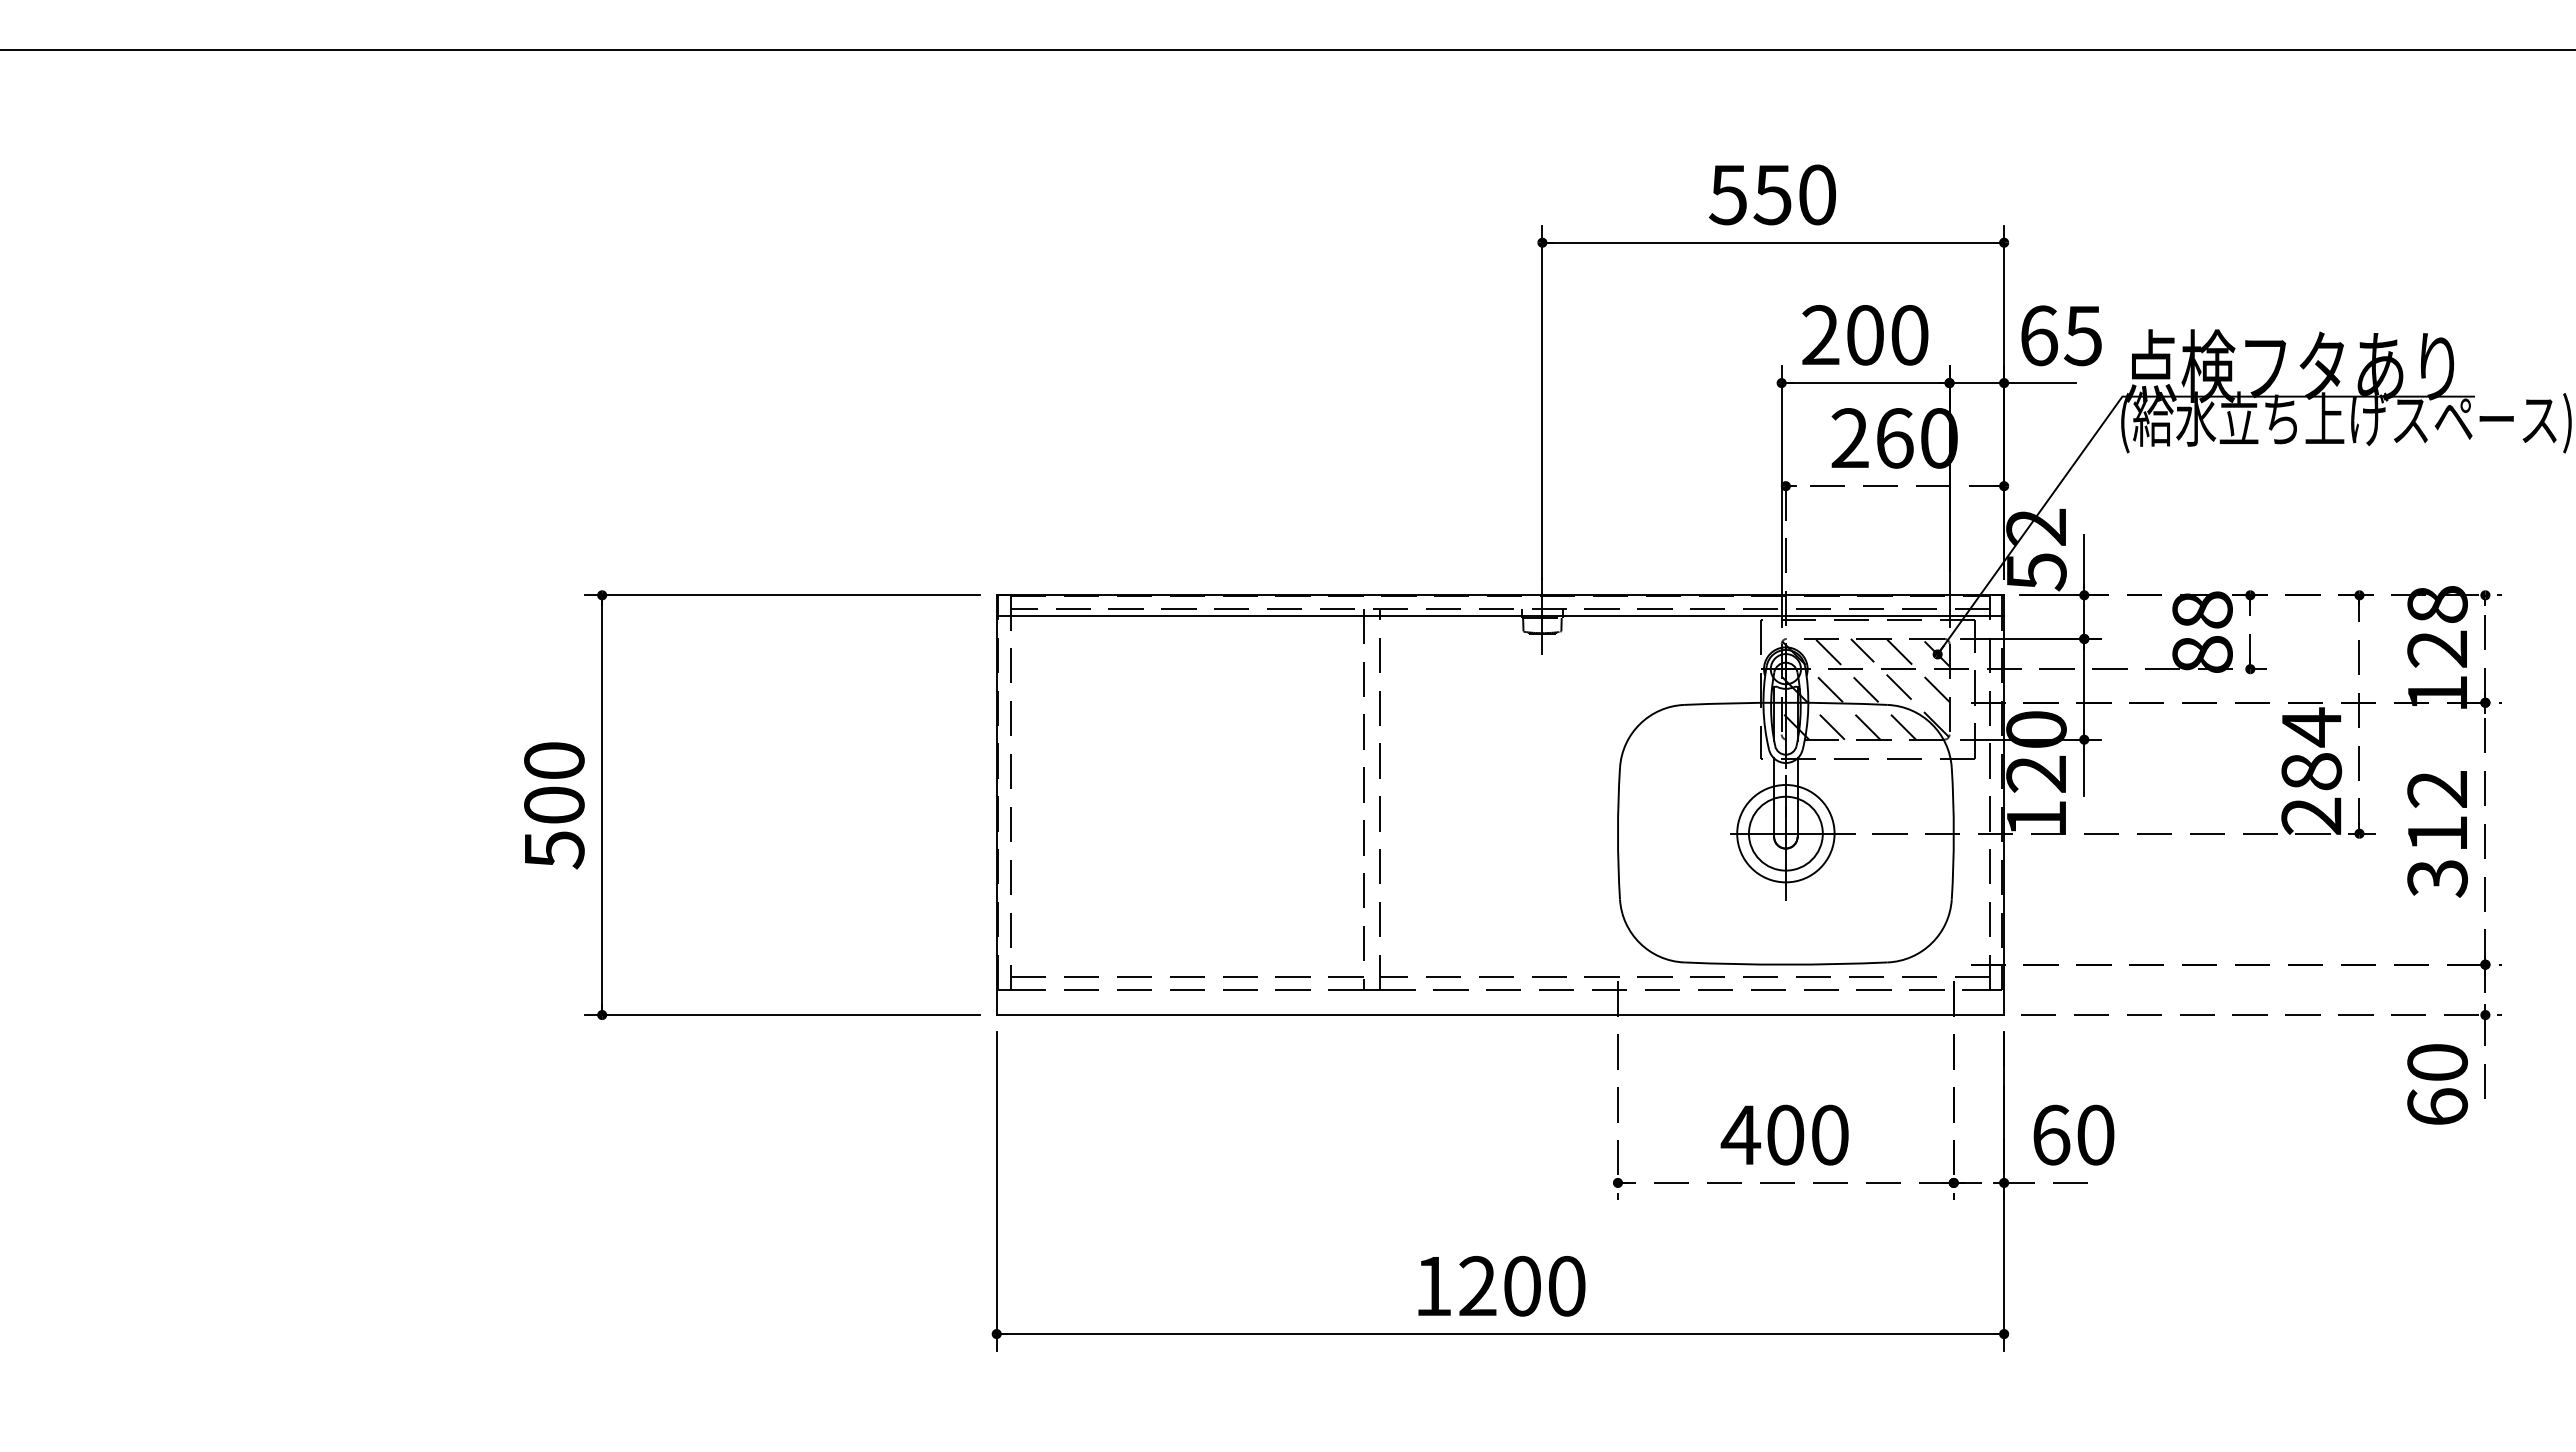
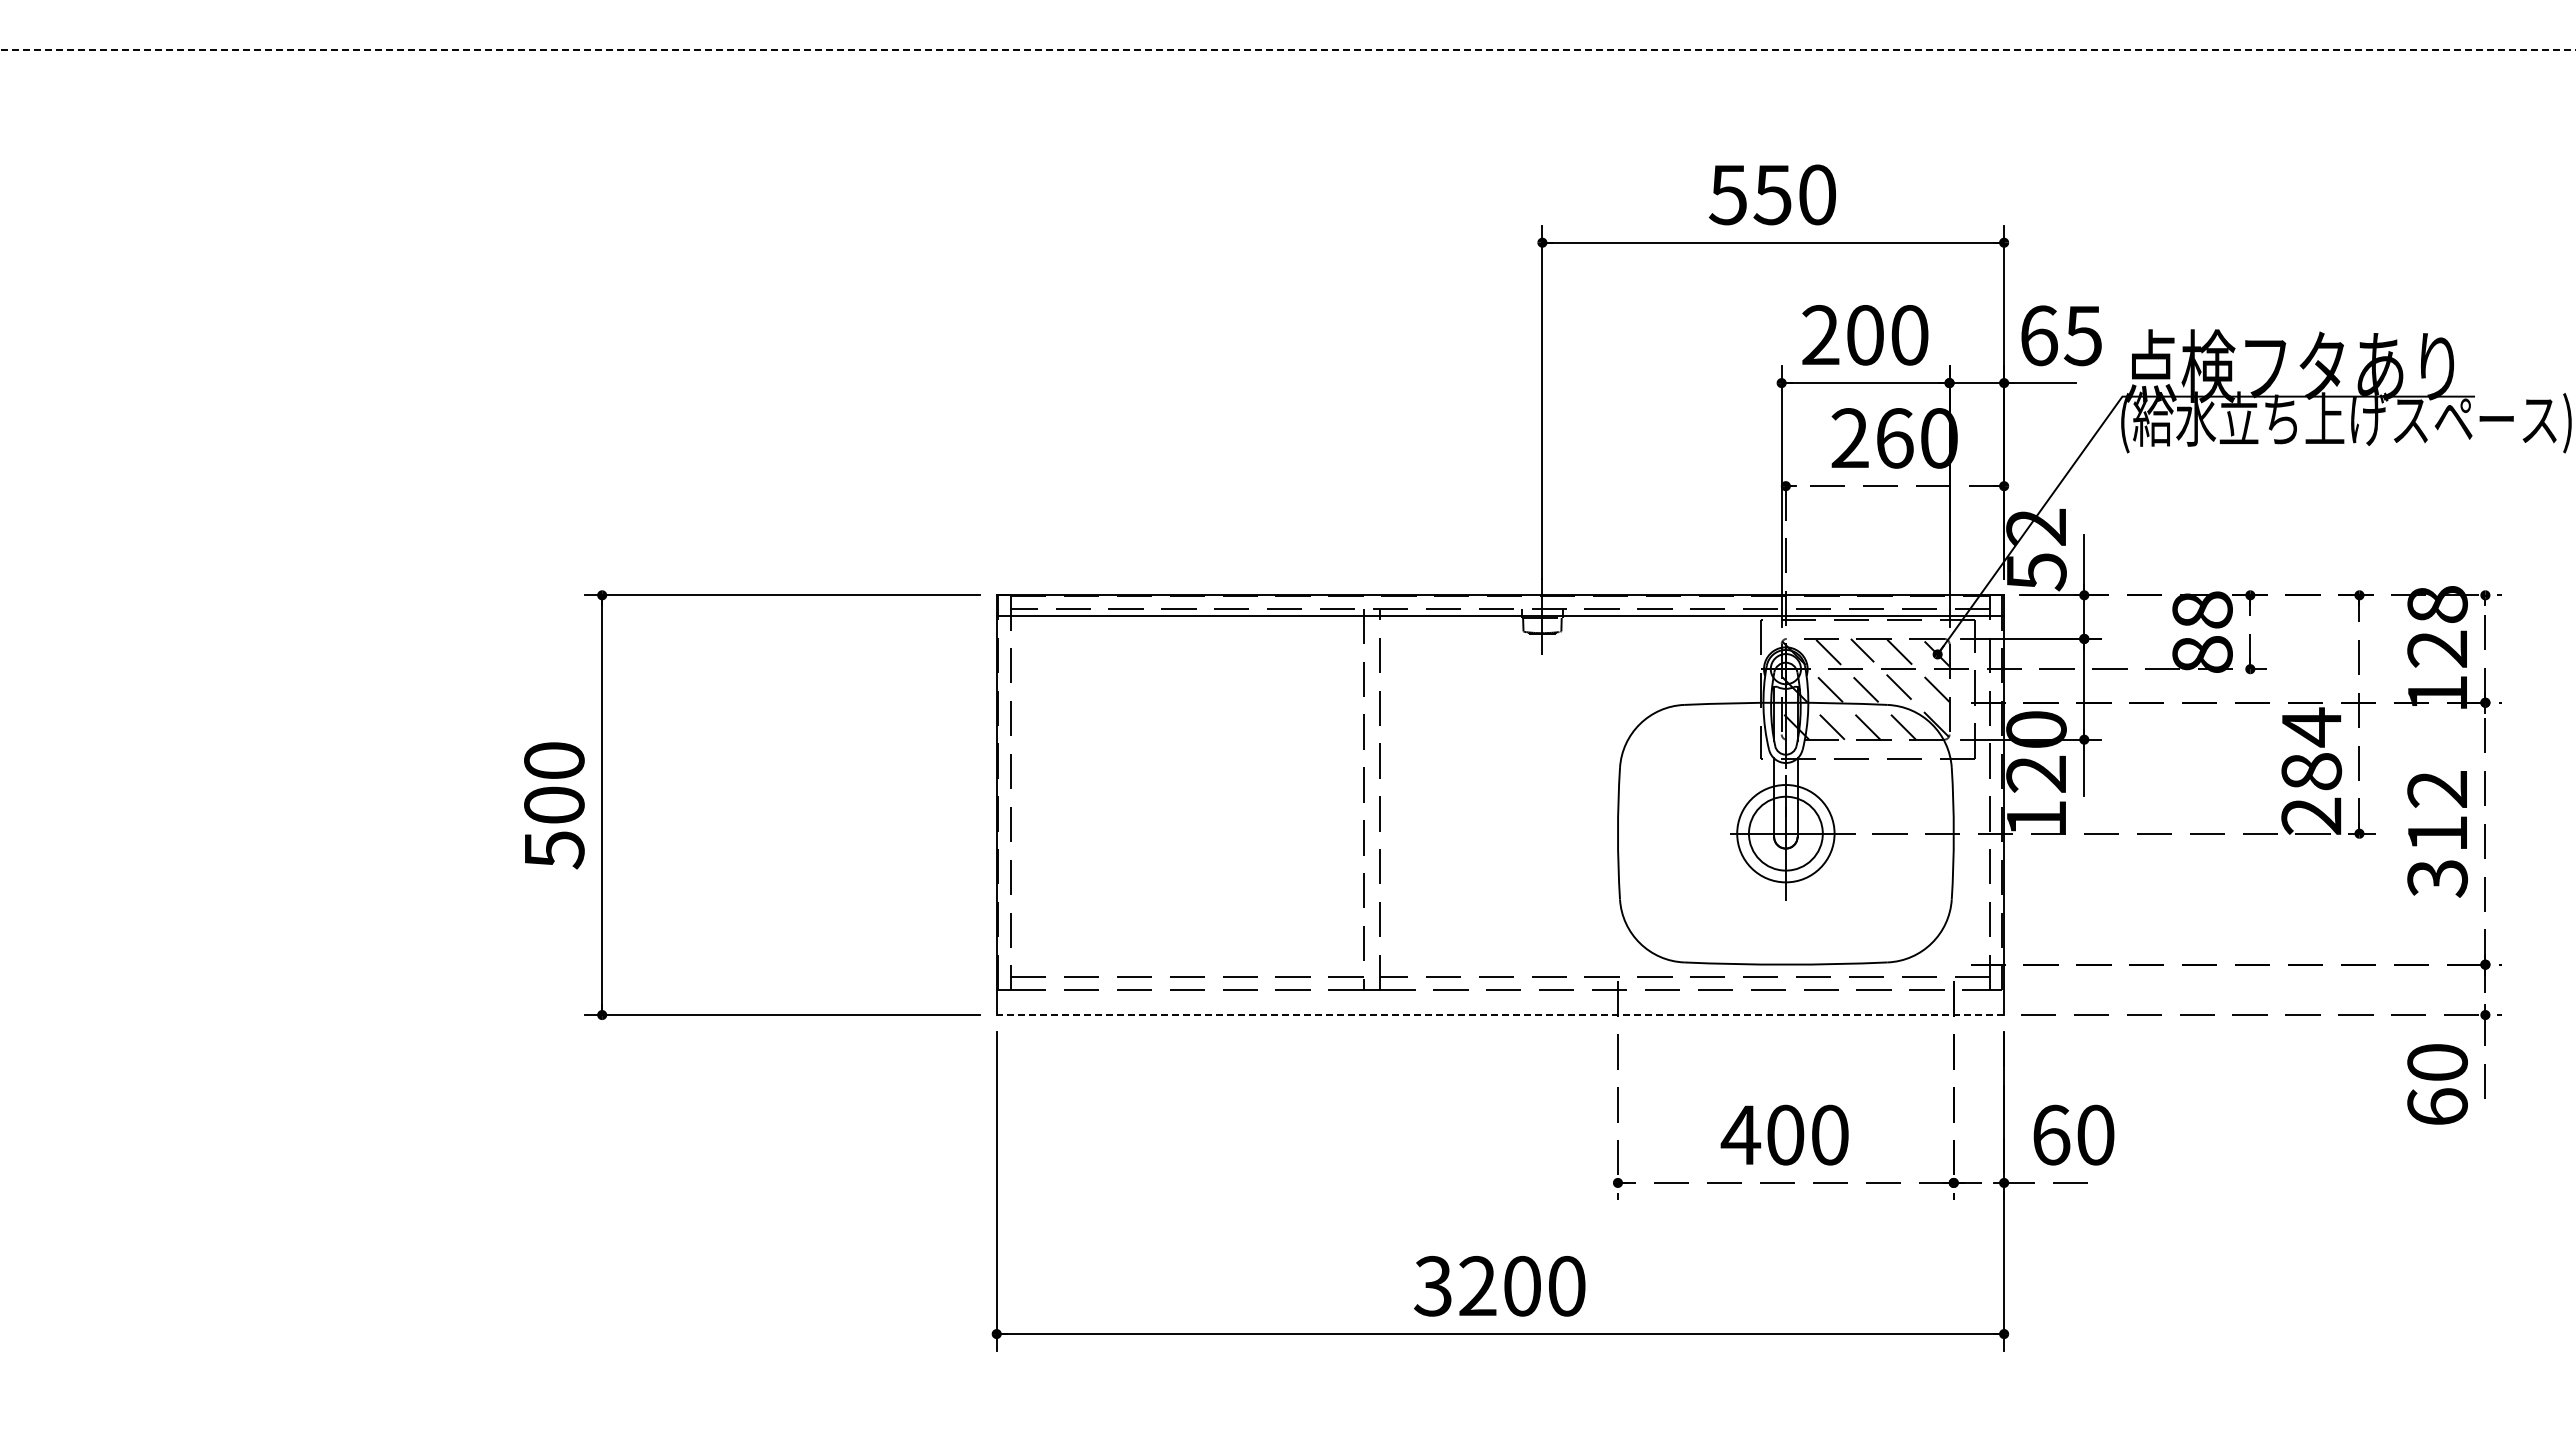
line at (1288, 49): solid -> dashed
line at (1500, 1015): solid -> dashed
text at (1432, 1285): 1200 -> 3200
